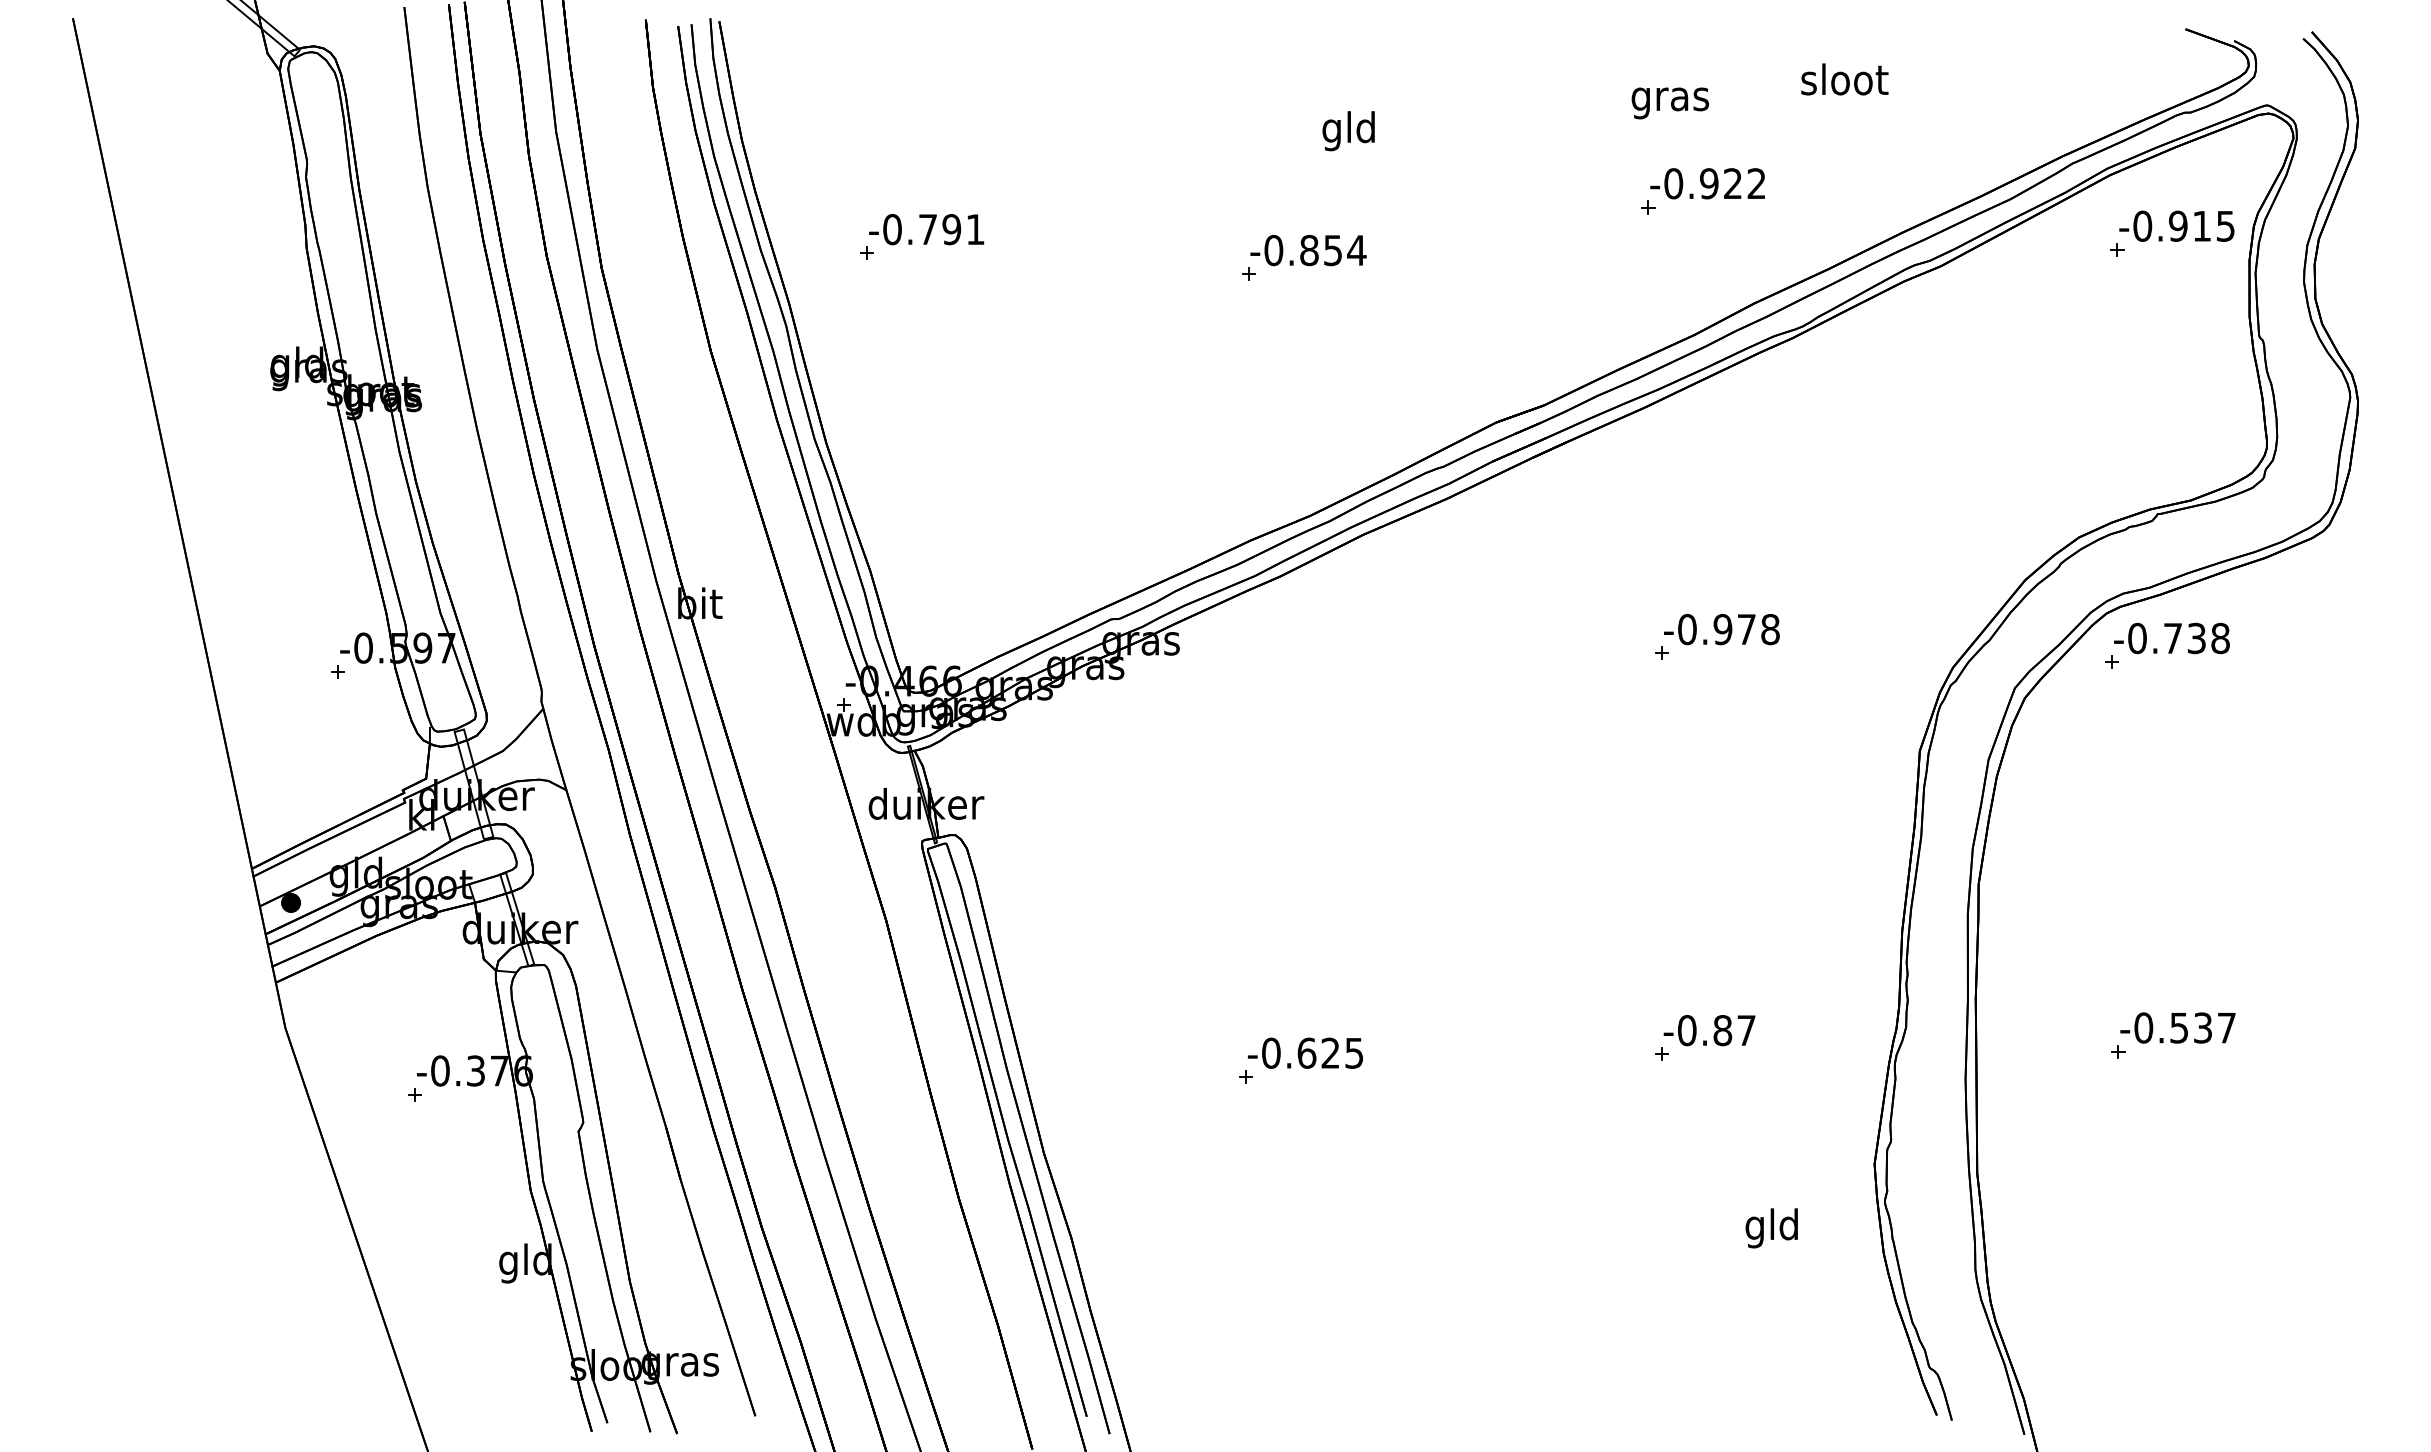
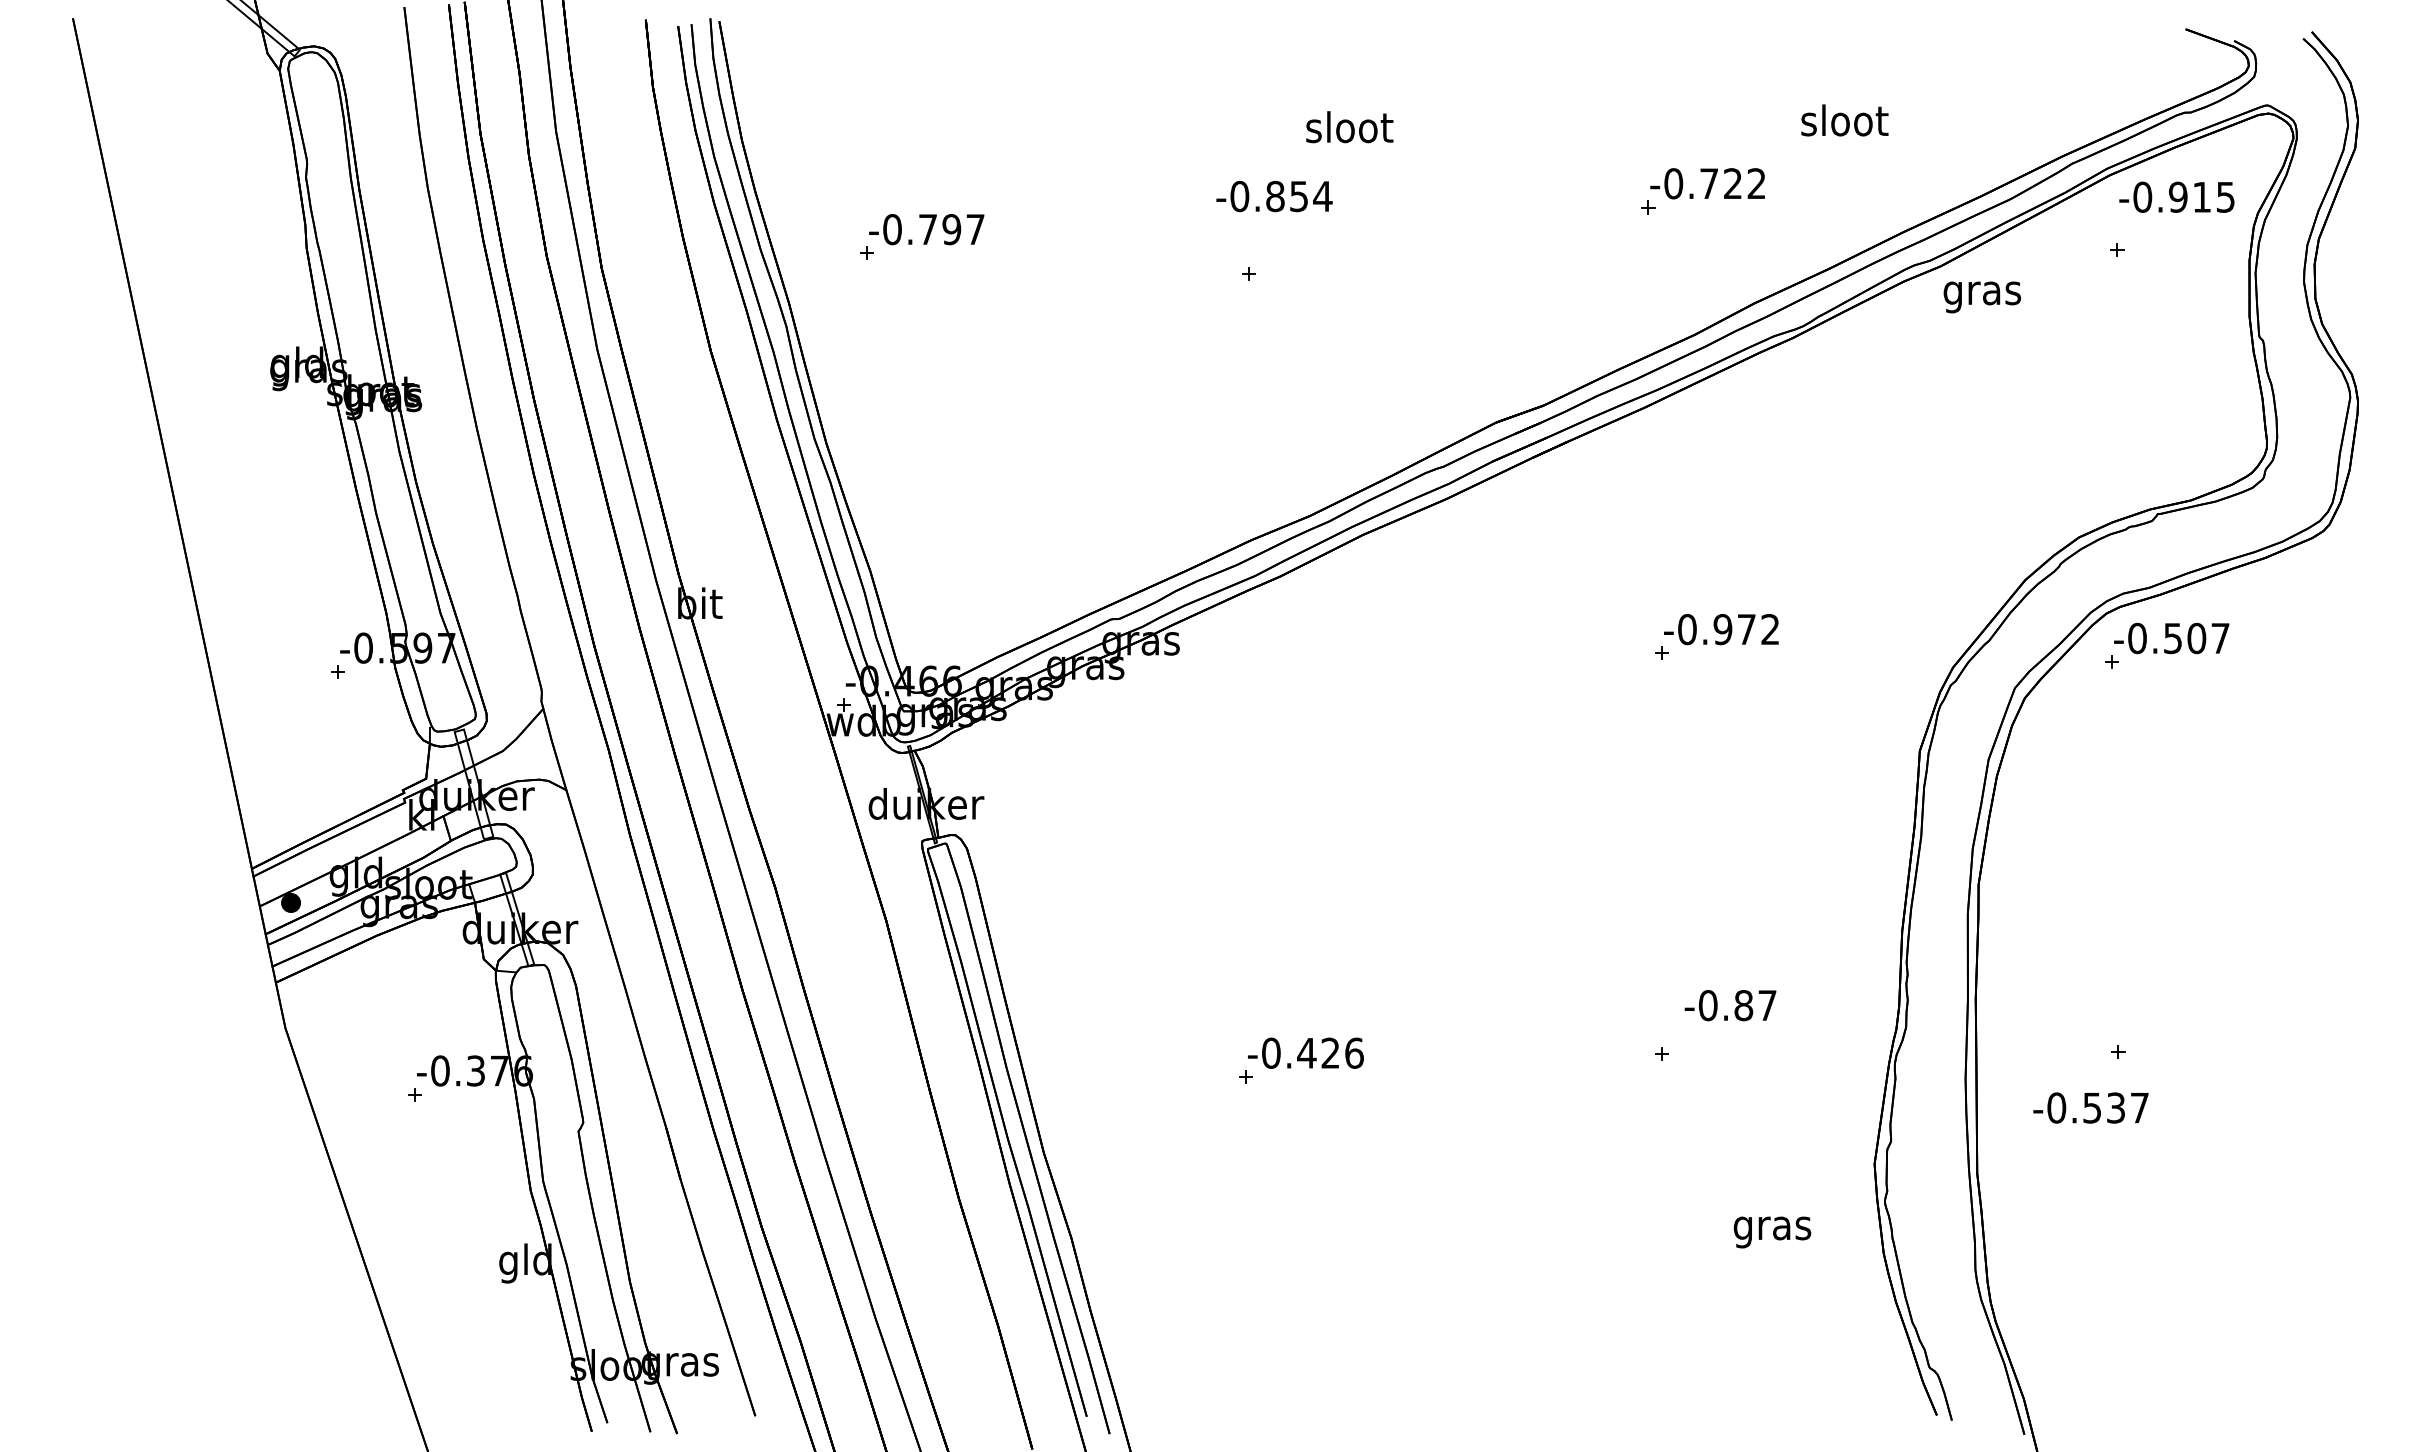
text at (1844, 79) position: (1844, 79) -> (1844, 120)
text at (1670, 103) position: (1670, 103) -> (1982, 297)
text at (1349, 131): gld -> sloot
text at (1708, 183): -0.922 -> -0.722
text at (2176, 225) position: (2176, 225) -> (2176, 196)
text at (975, 229): -0.791 -> -0.797
text at (1308, 250) position: (1308, 250) -> (1274, 196)
text at (1770, 629): -0.978 -> -0.972
text at (2196, 638): -0.738 -> -0.507
text at (2177, 1027) position: (2177, 1027) -> (2090, 1107)
text at (1709, 1030) position: (1709, 1030) -> (1730, 1005)
text at (1330, 1052): -0.625 -> -0.426
text at (1772, 1228): gld -> gras
